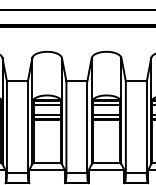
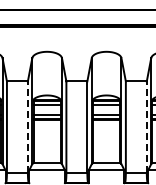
line at (27, 127): solid -> dashed
line at (146, 127): solid -> dashed
